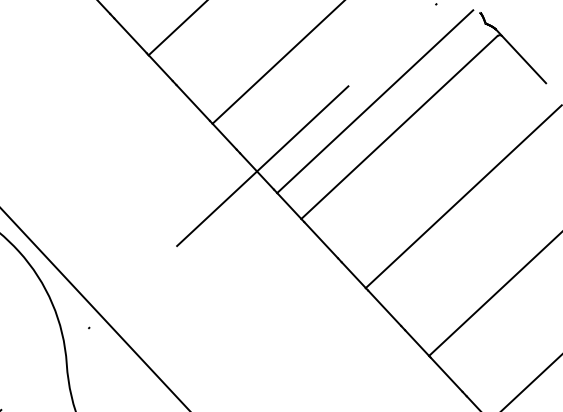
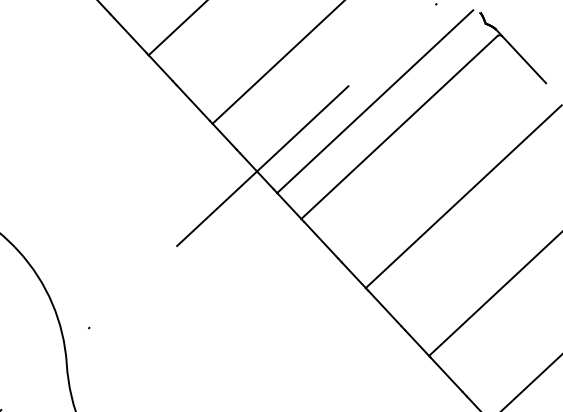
line at (94, 308): present -> none
